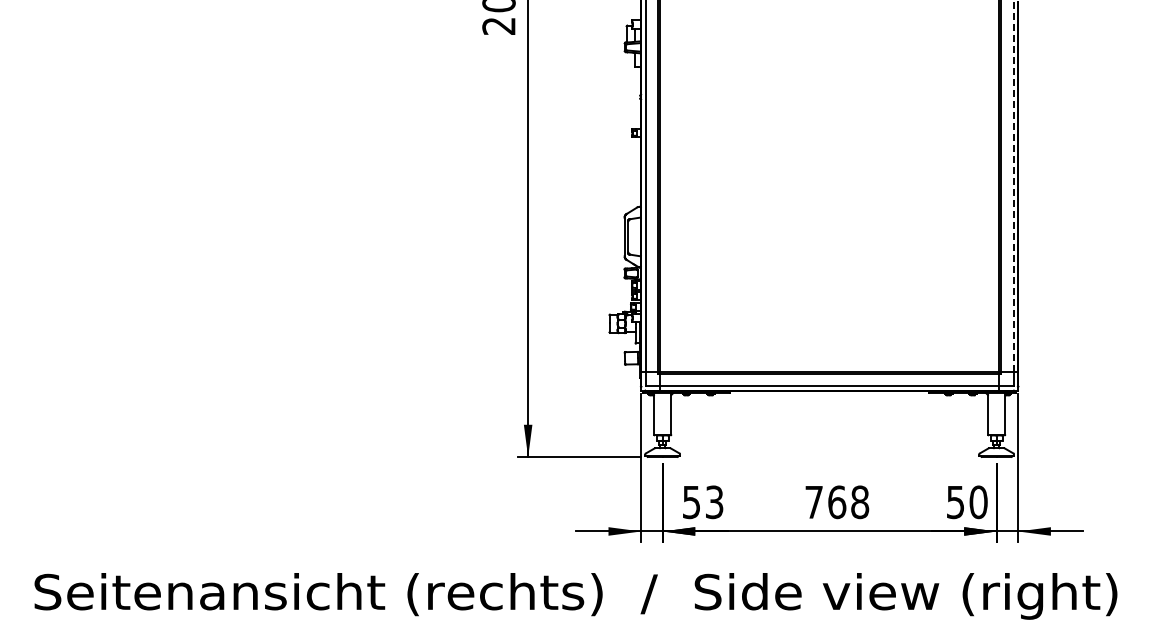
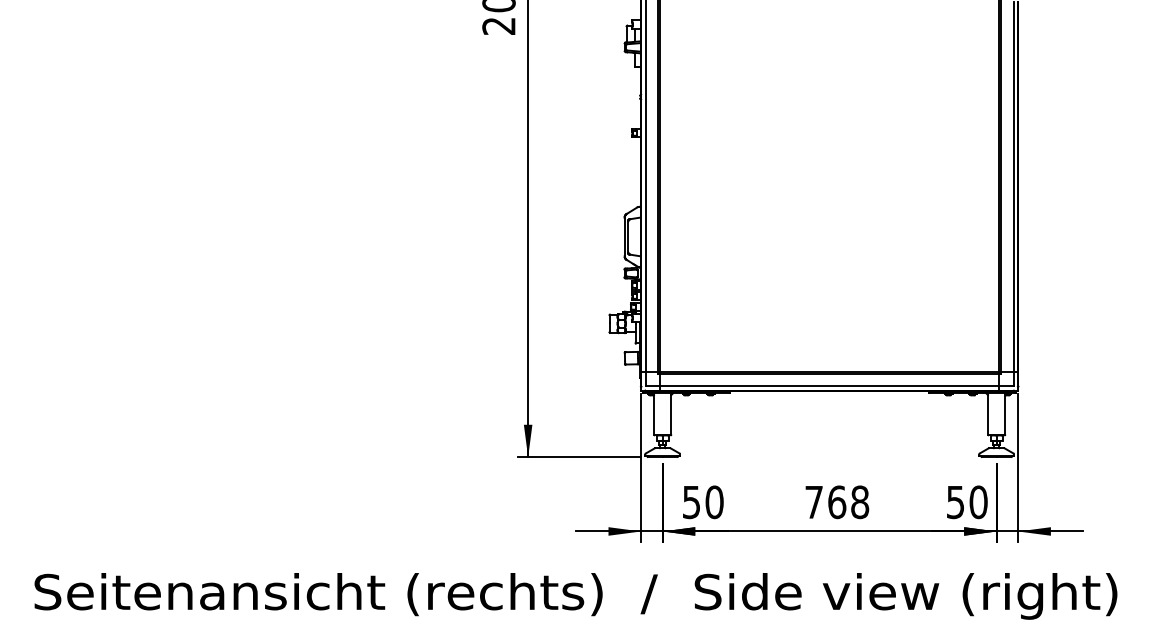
line at (1013, 186): dashed -> solid
text at (714, 502): 53 -> 50
